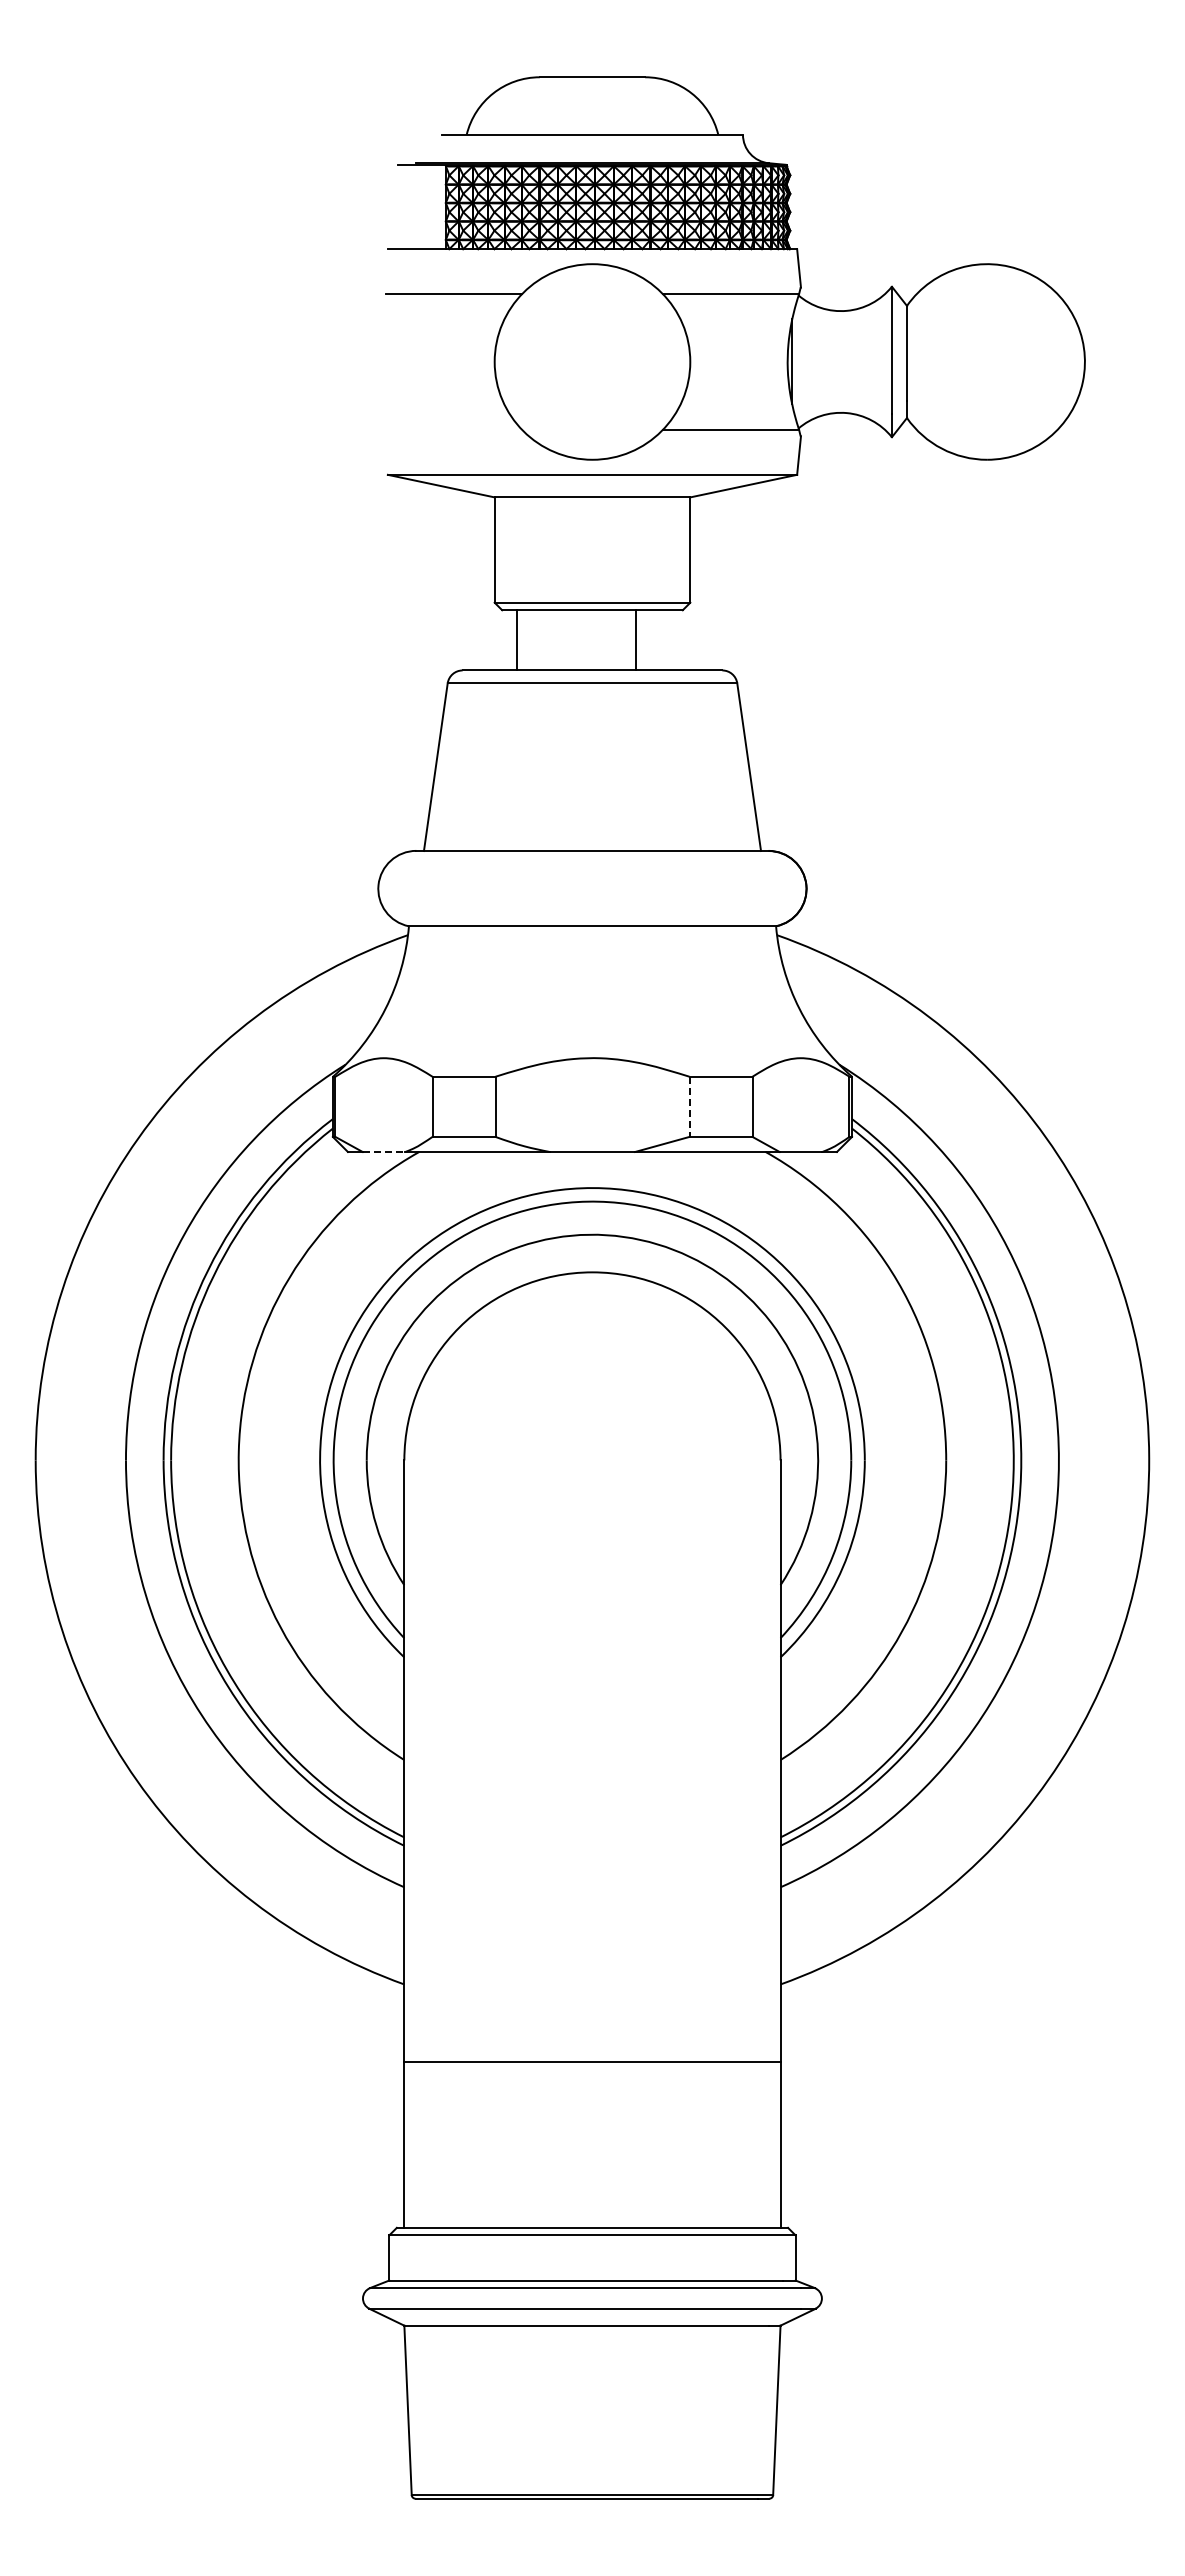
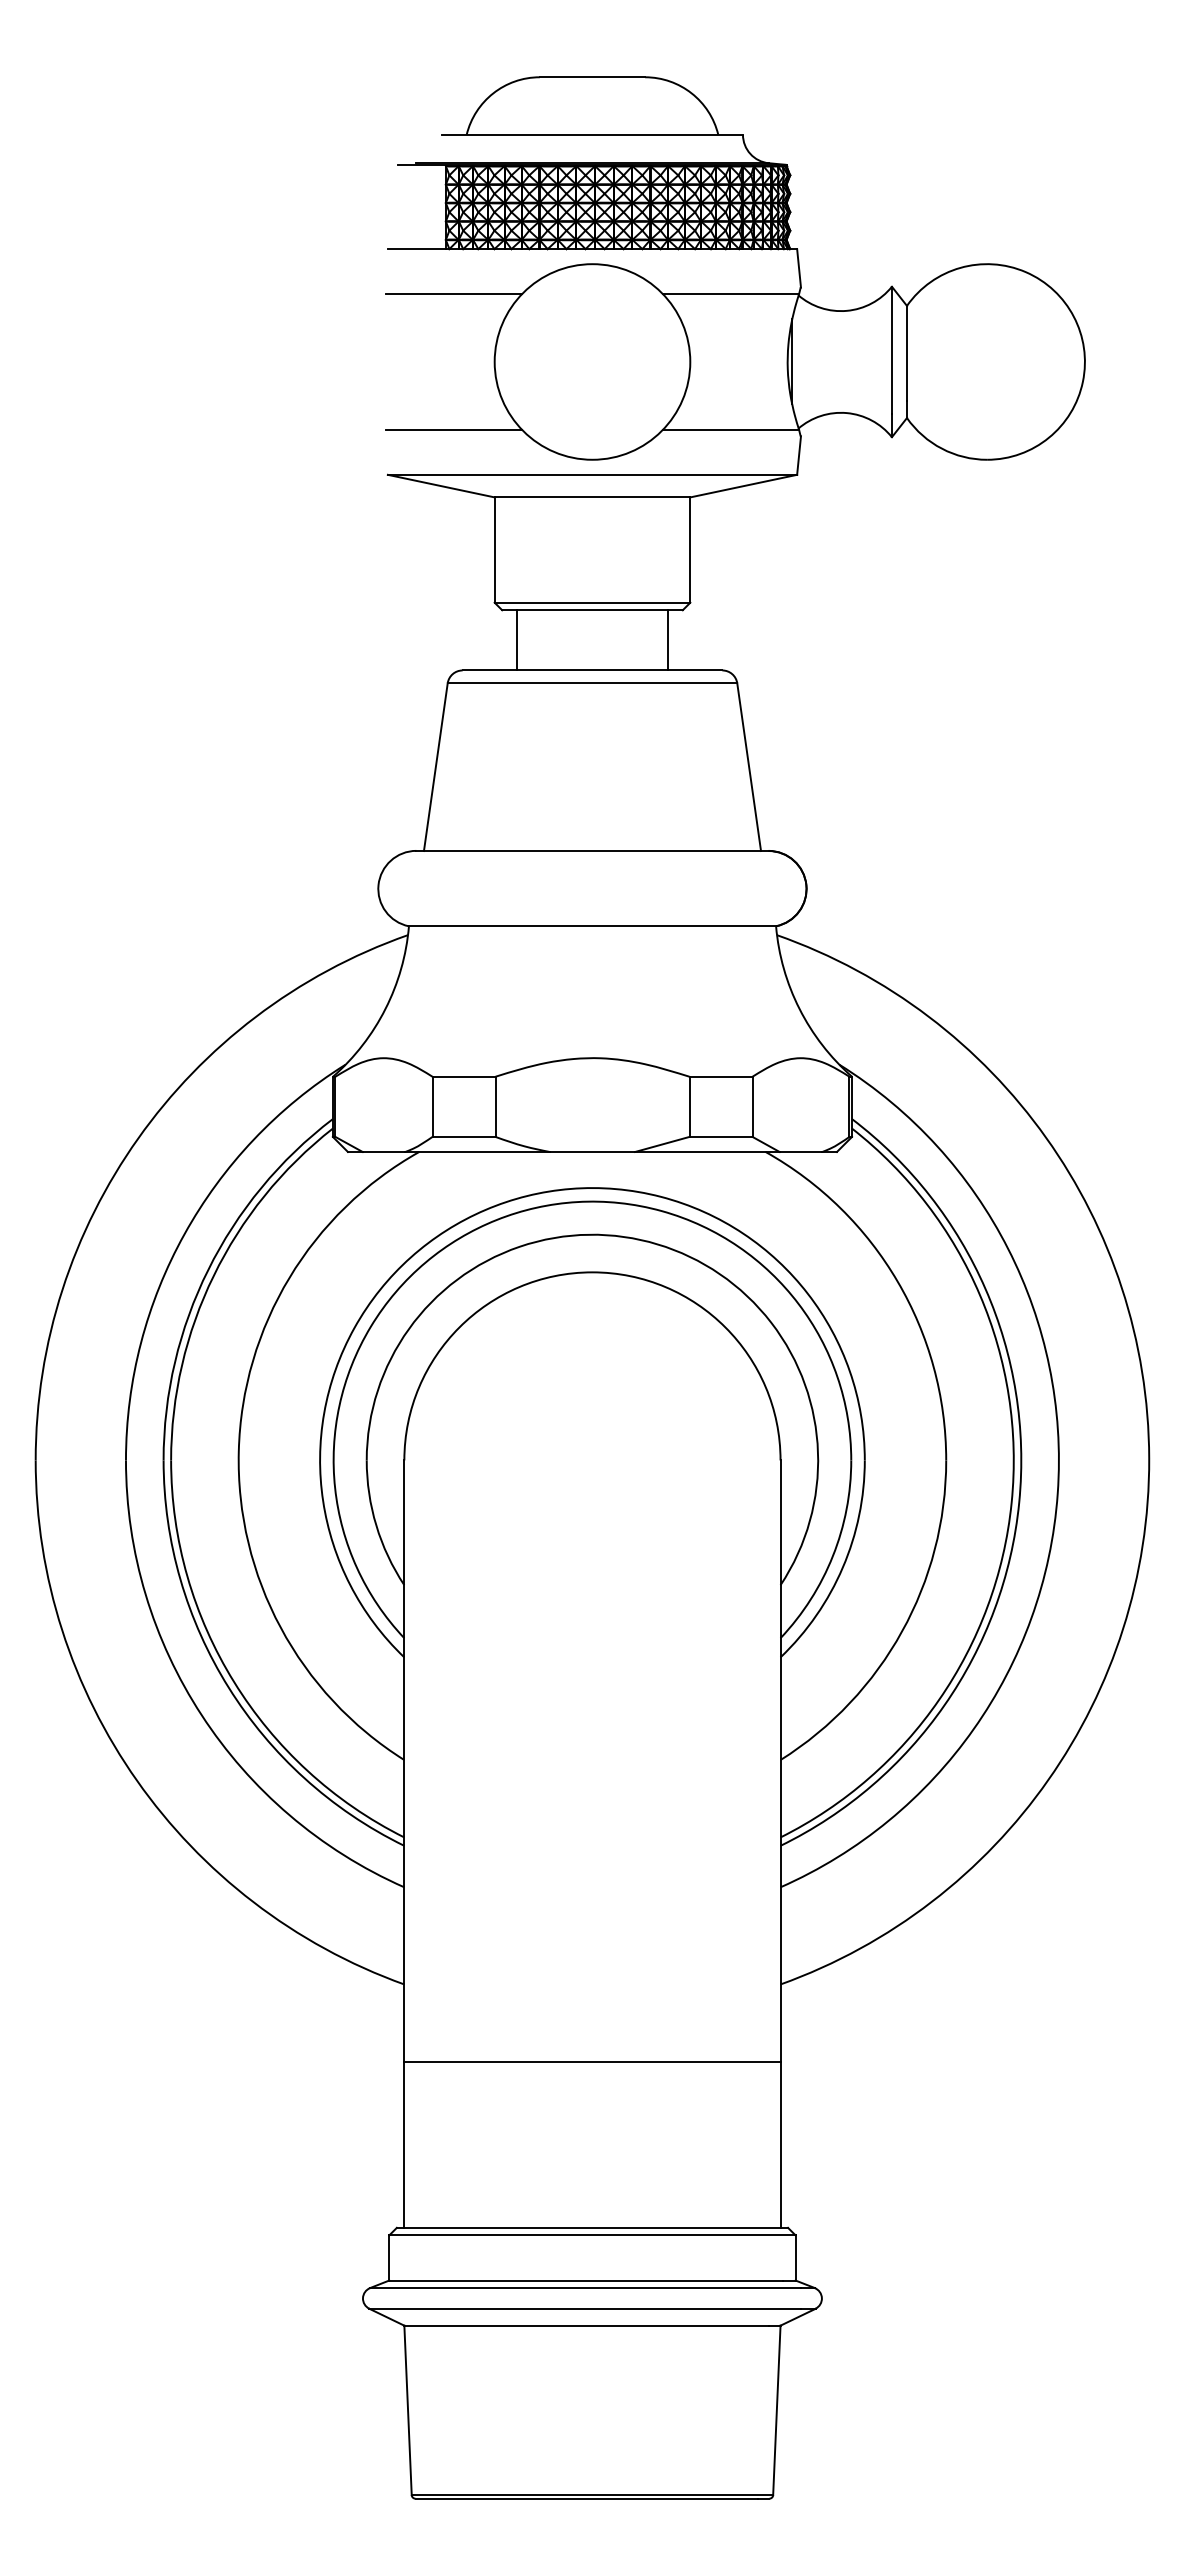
line at (453, 429): none -> present
line at (635, 640) position: (635, 640) -> (667, 640)
line at (689, 1107): dashed -> solid
line at (384, 1151): dashed -> solid
